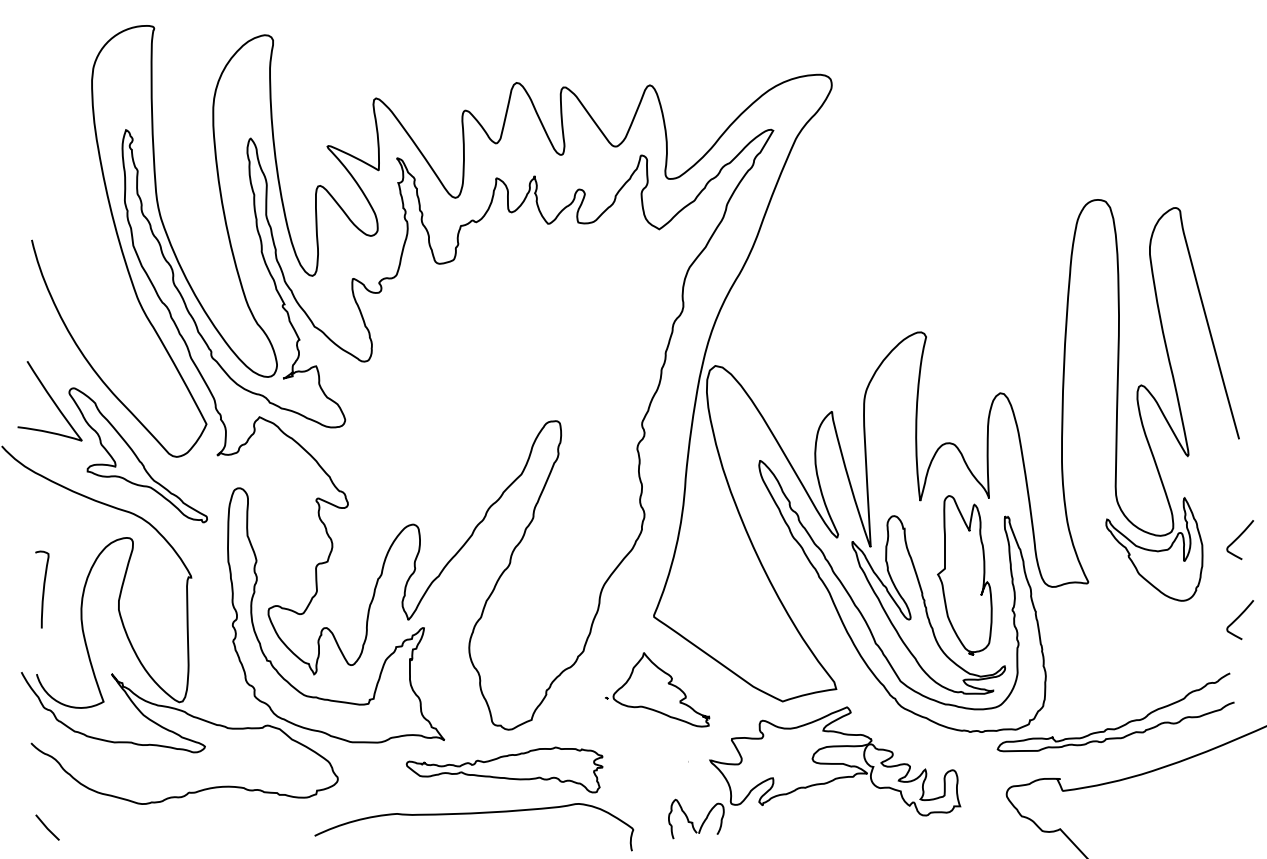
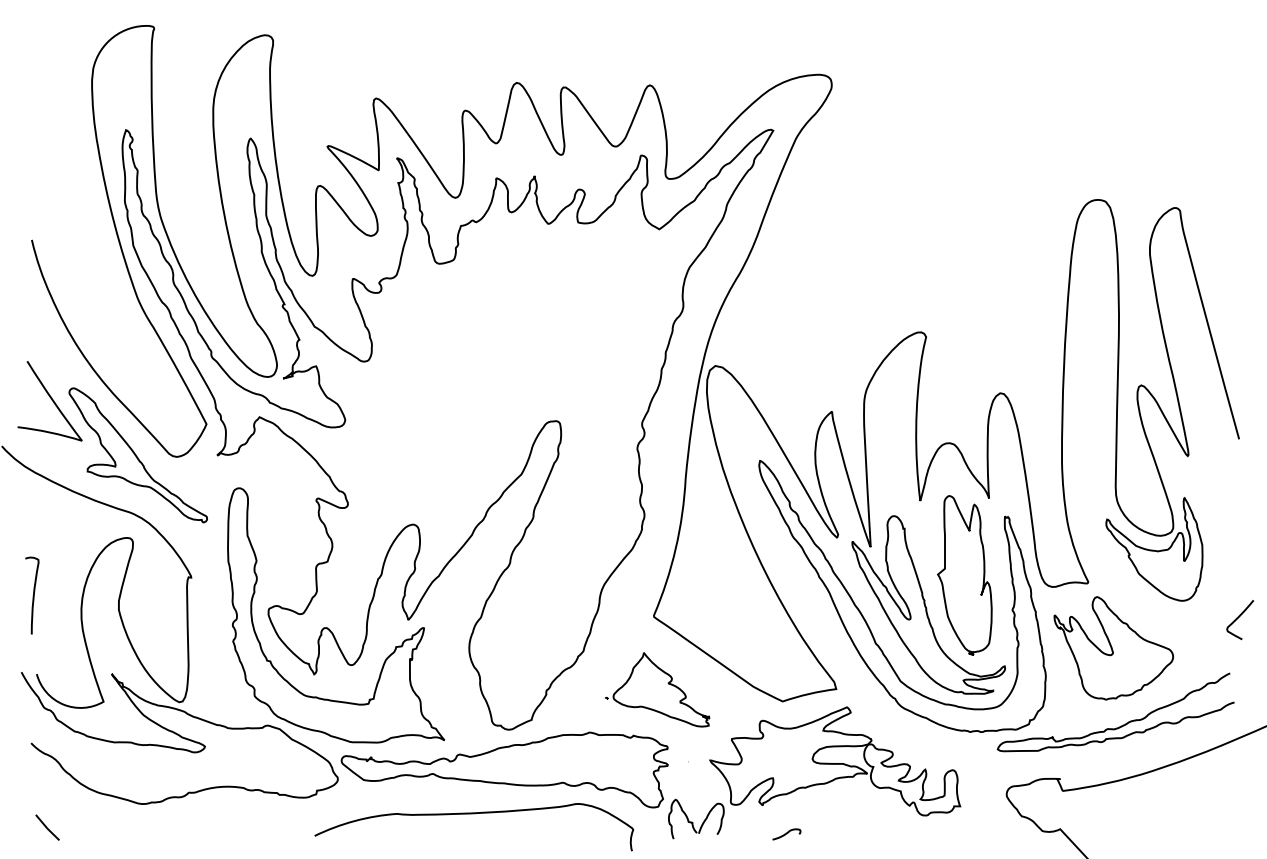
curve at (1238, 538): present -> none
curve at (42, 589) position: (42, 589) -> (32, 595)
part at (1113, 648): none -> present
part at (504, 769) size: 199x48 px -> 329x78 px
curve at (786, 834): none -> present
